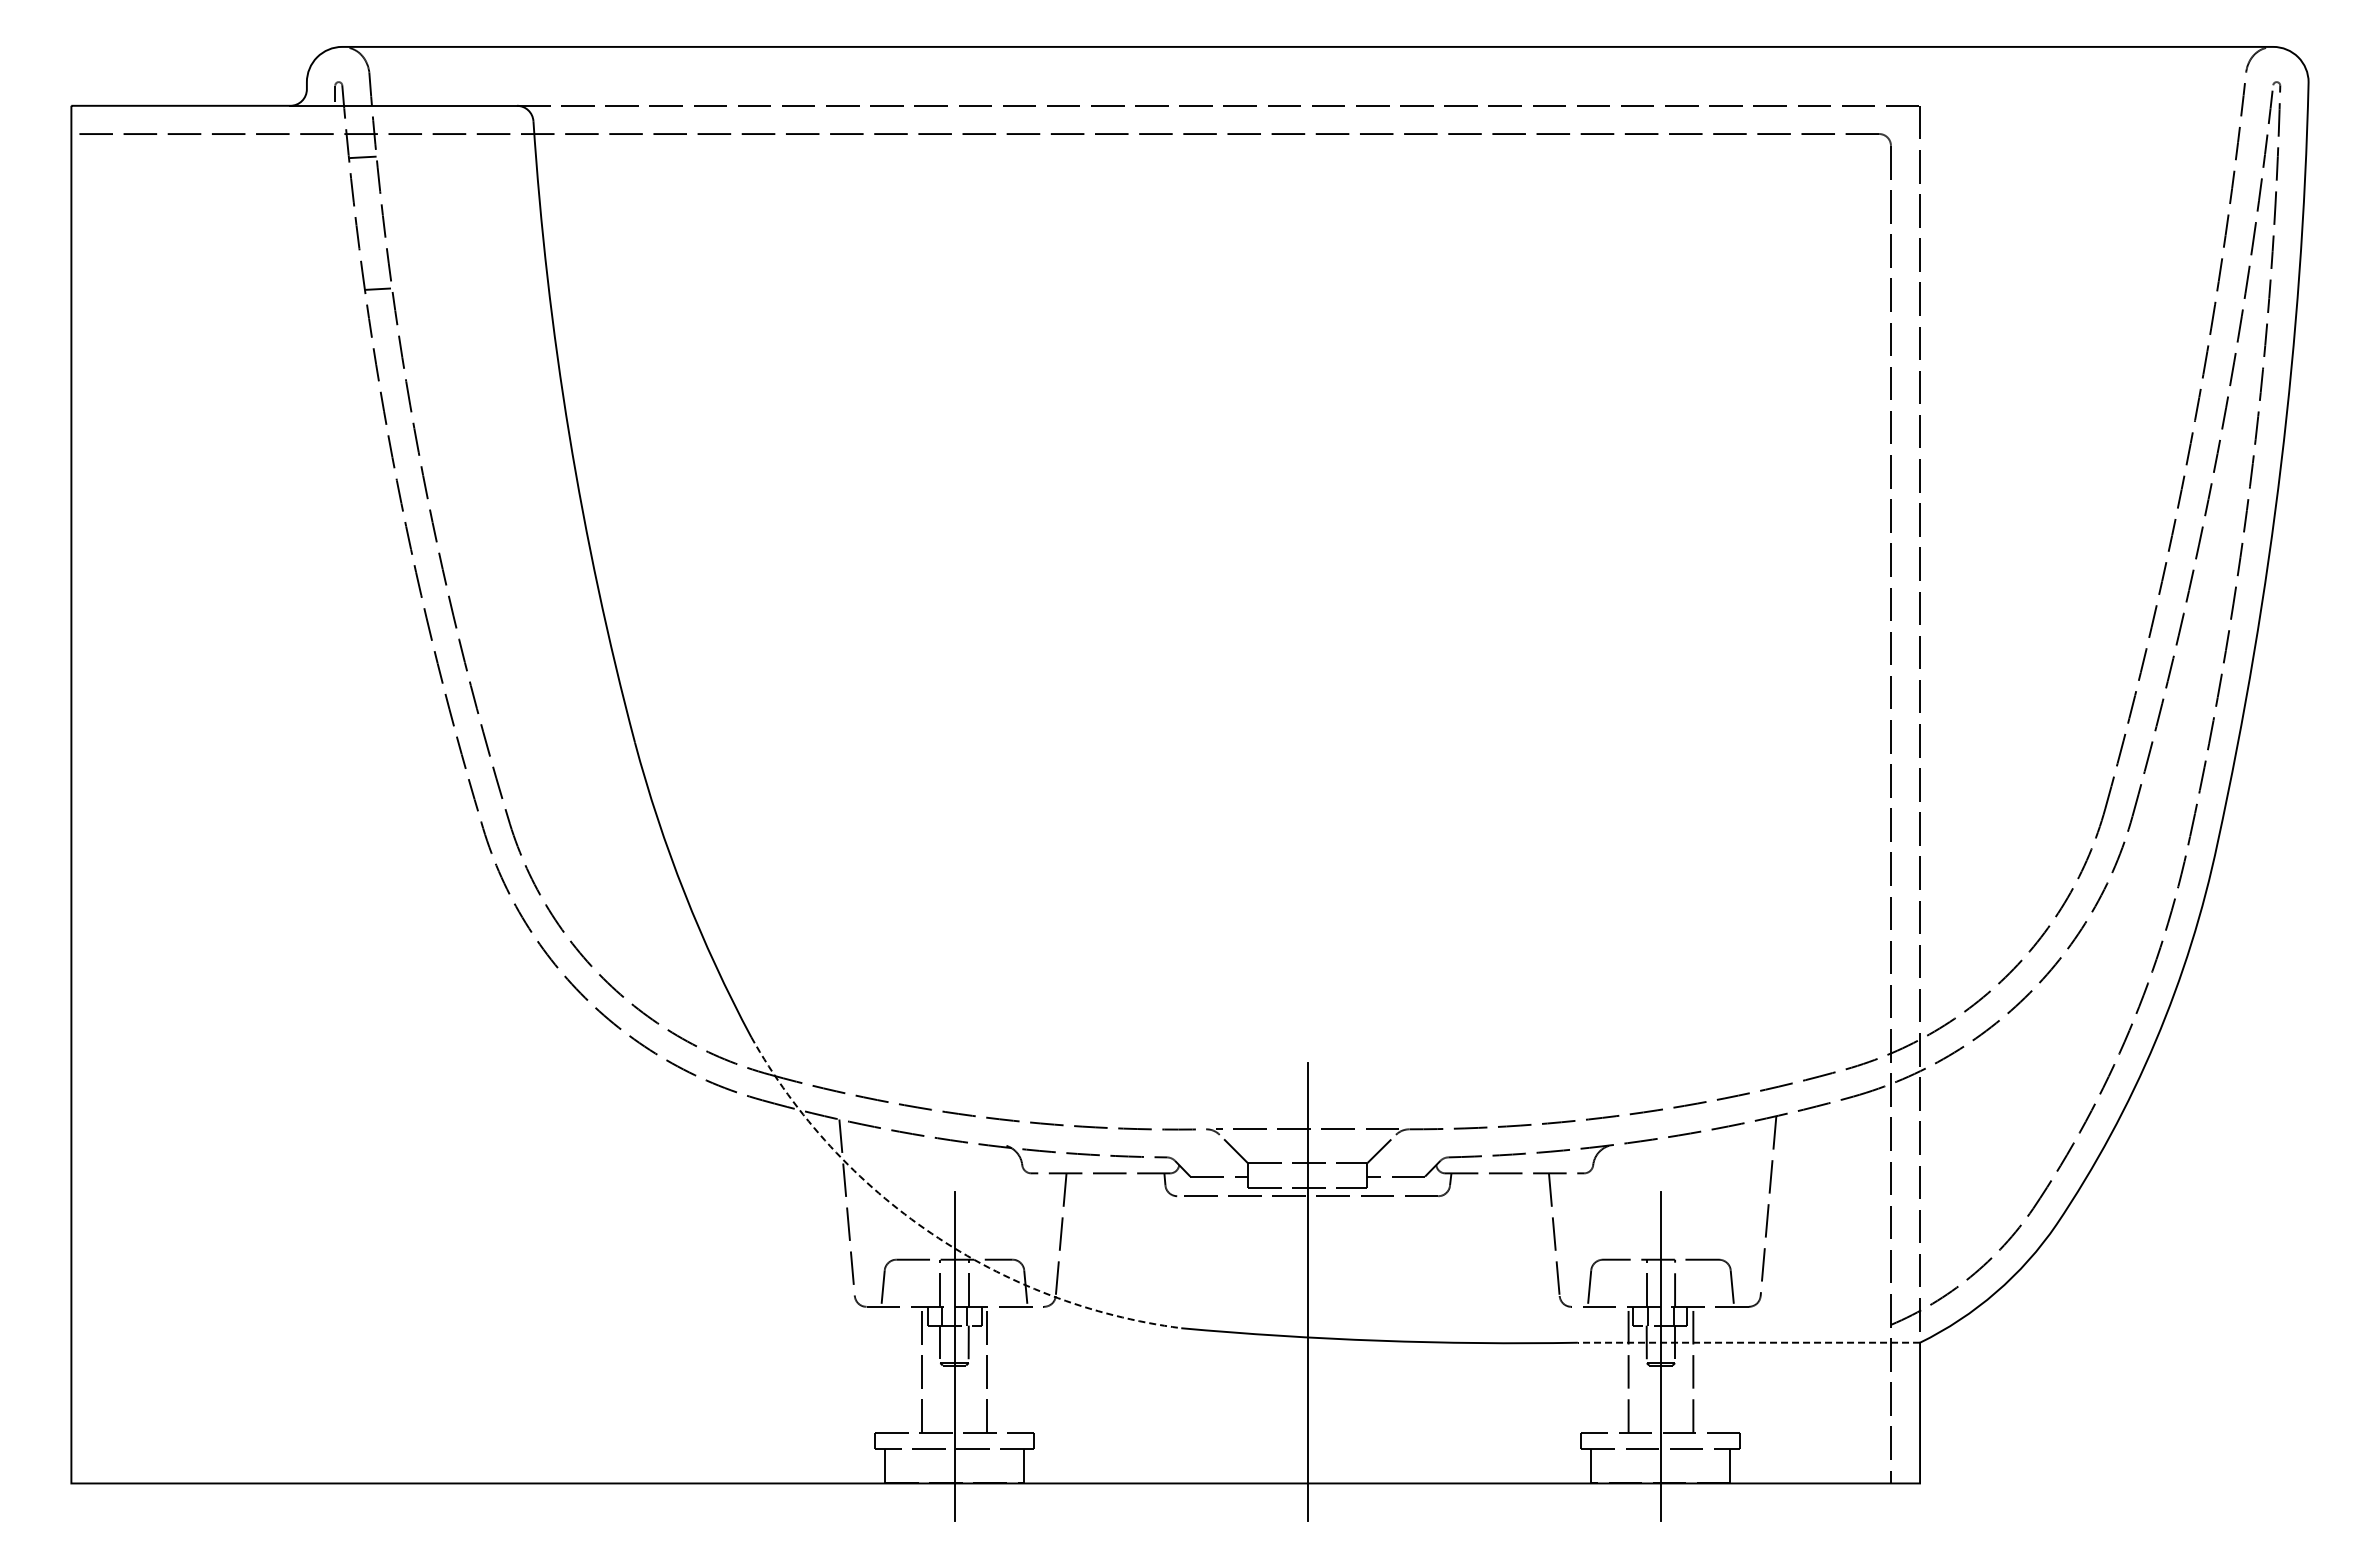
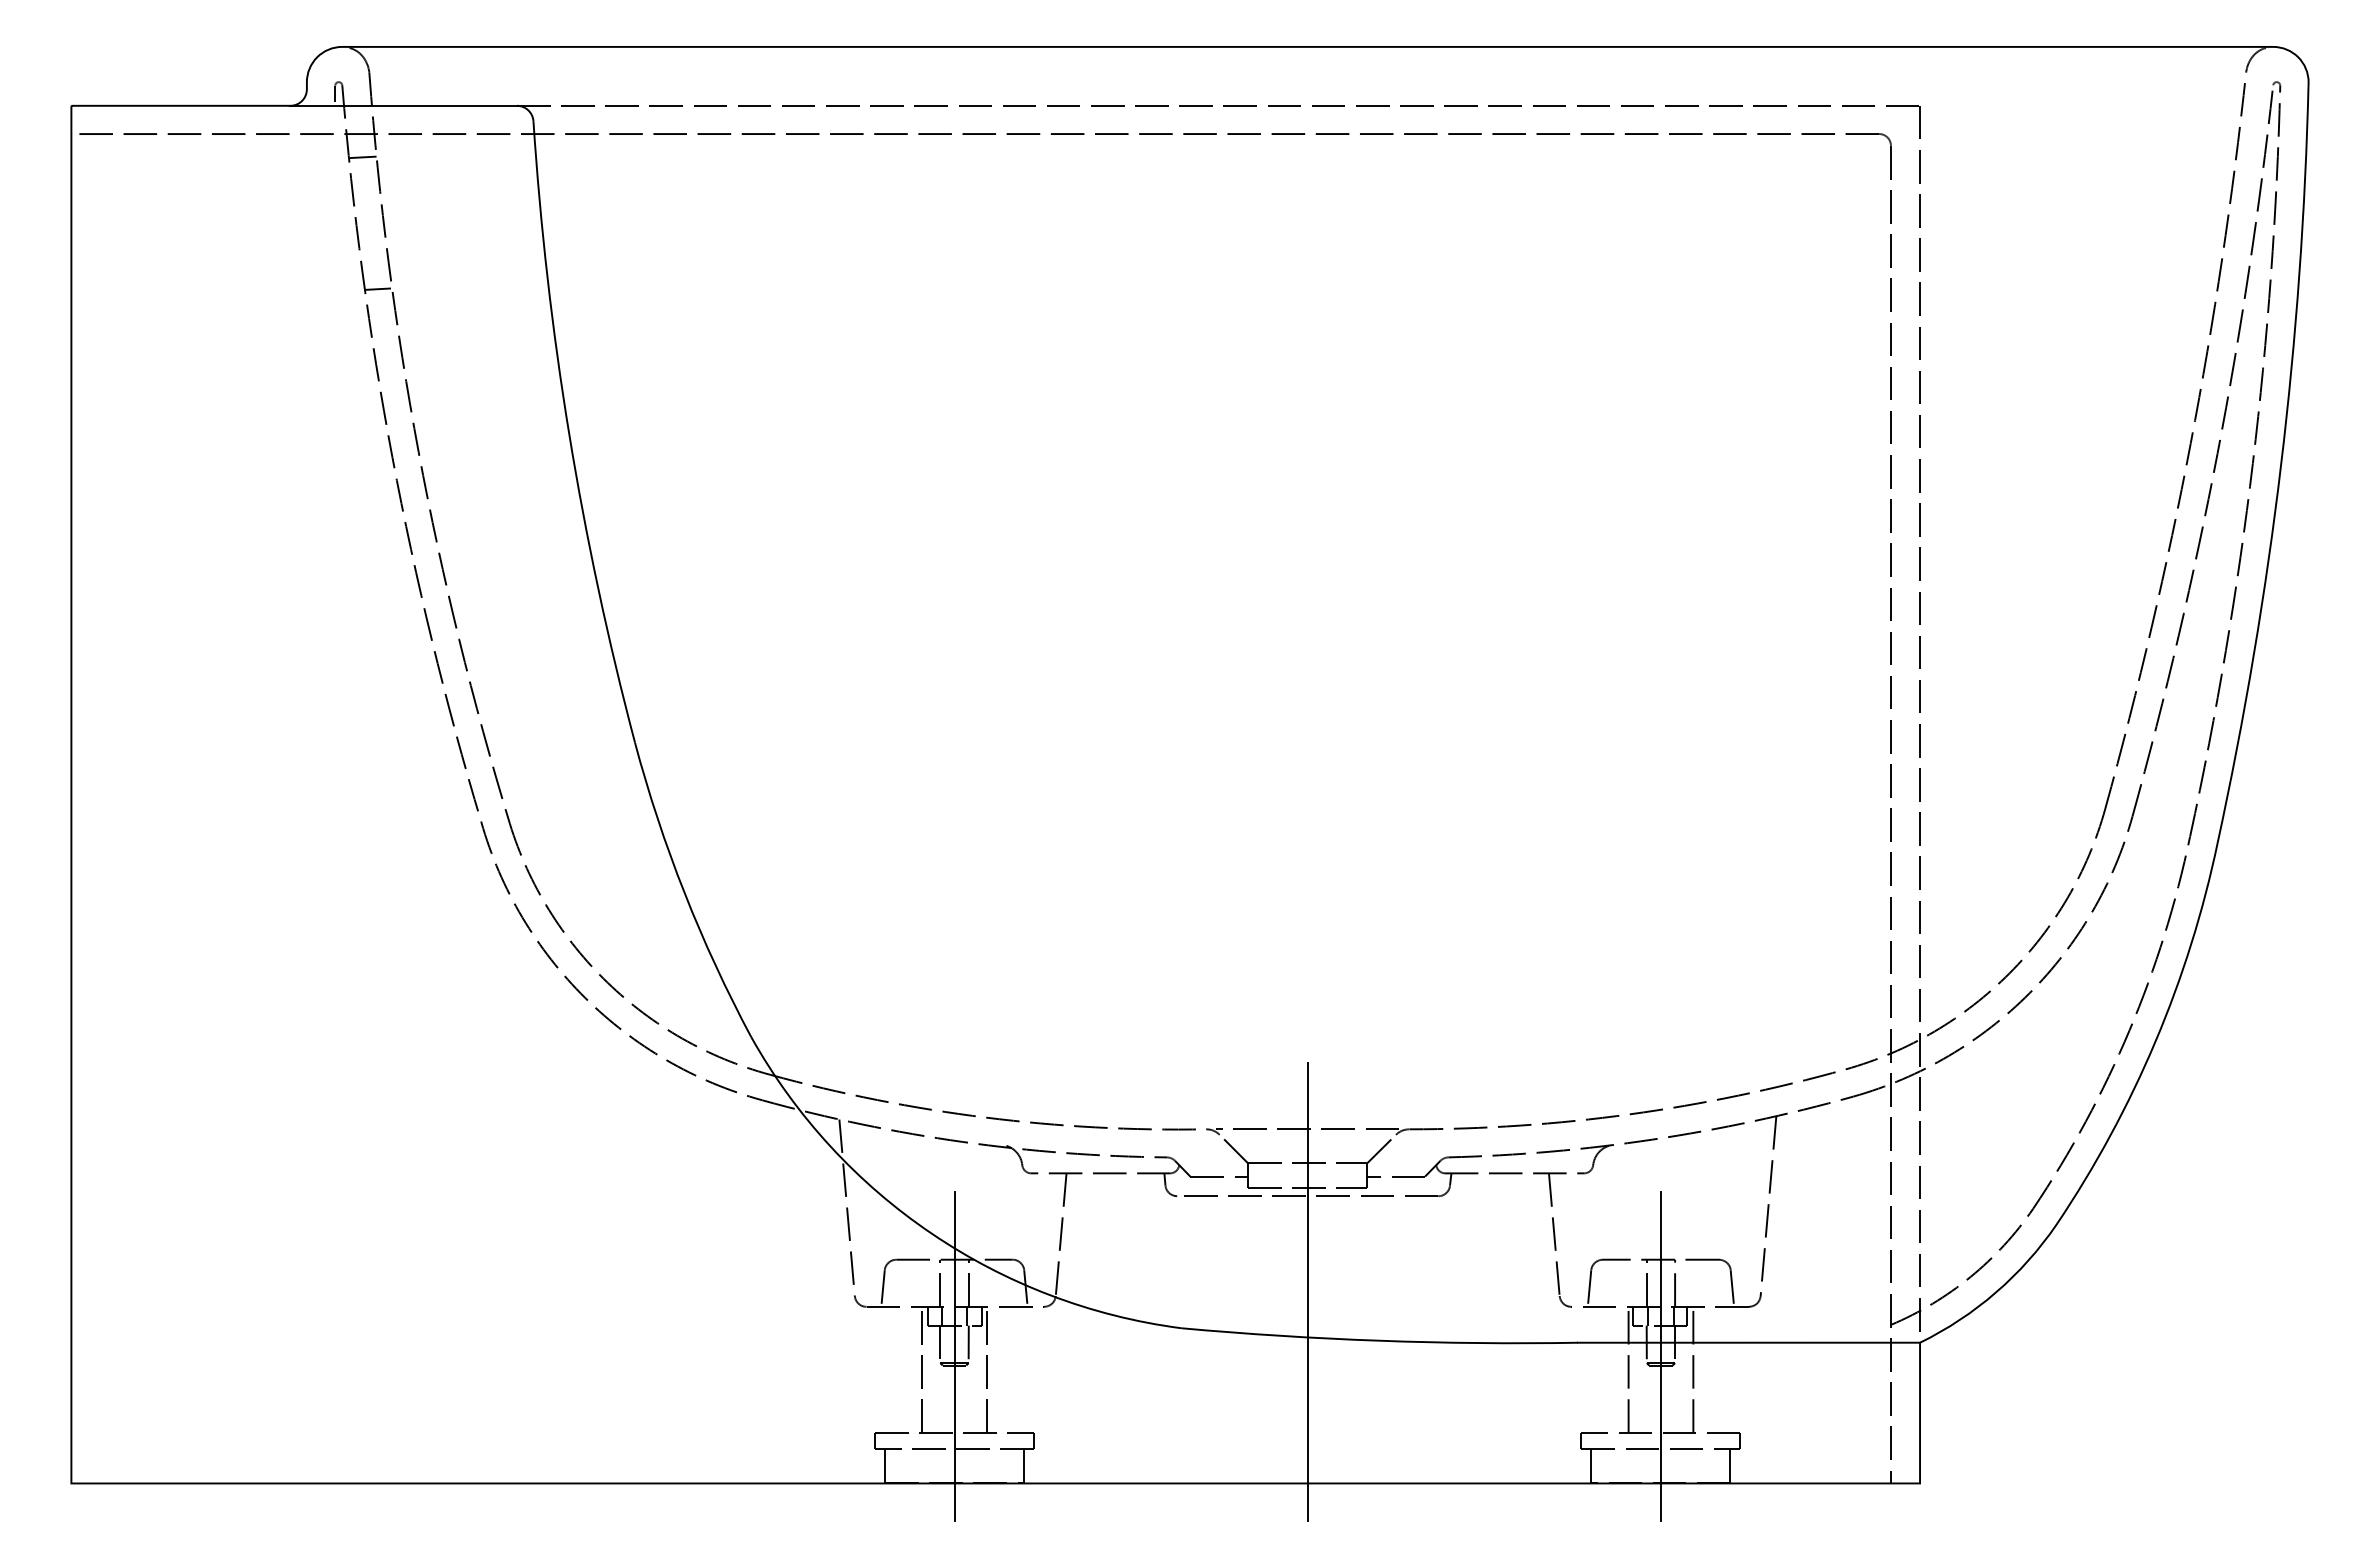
arc at (931, 1233): dashed -> solid
line at (1748, 1342): dashed -> solid
